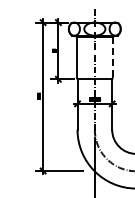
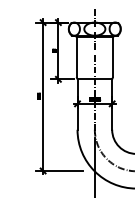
line at (113, 57): dashed -> solid
